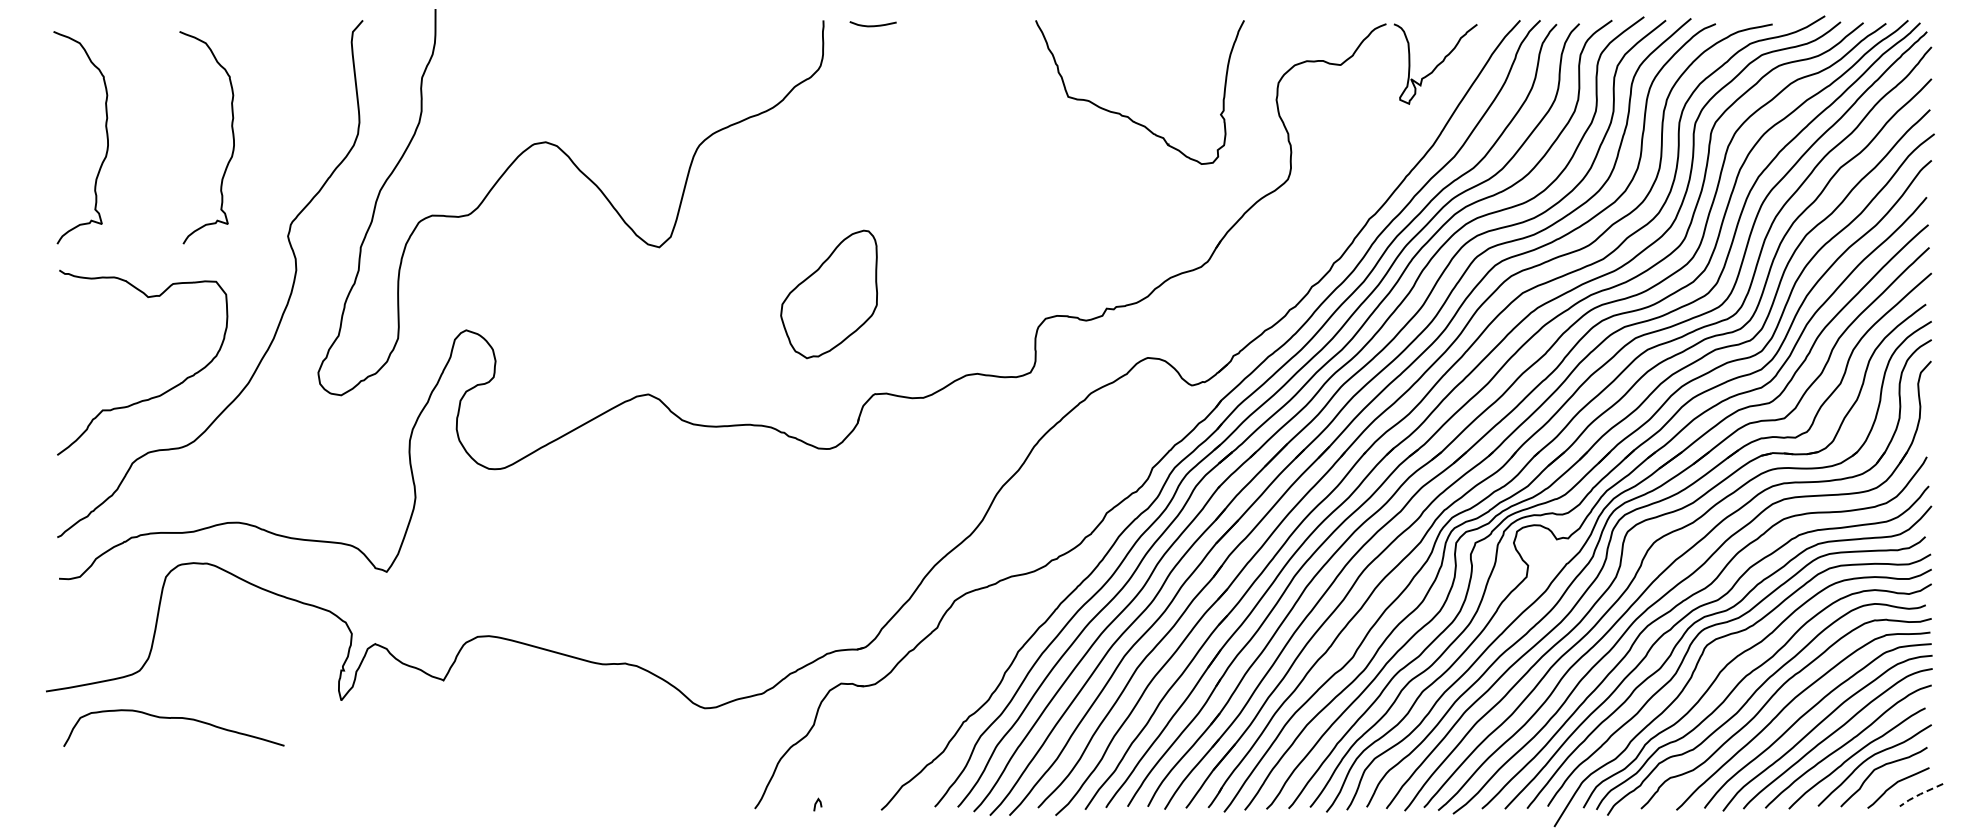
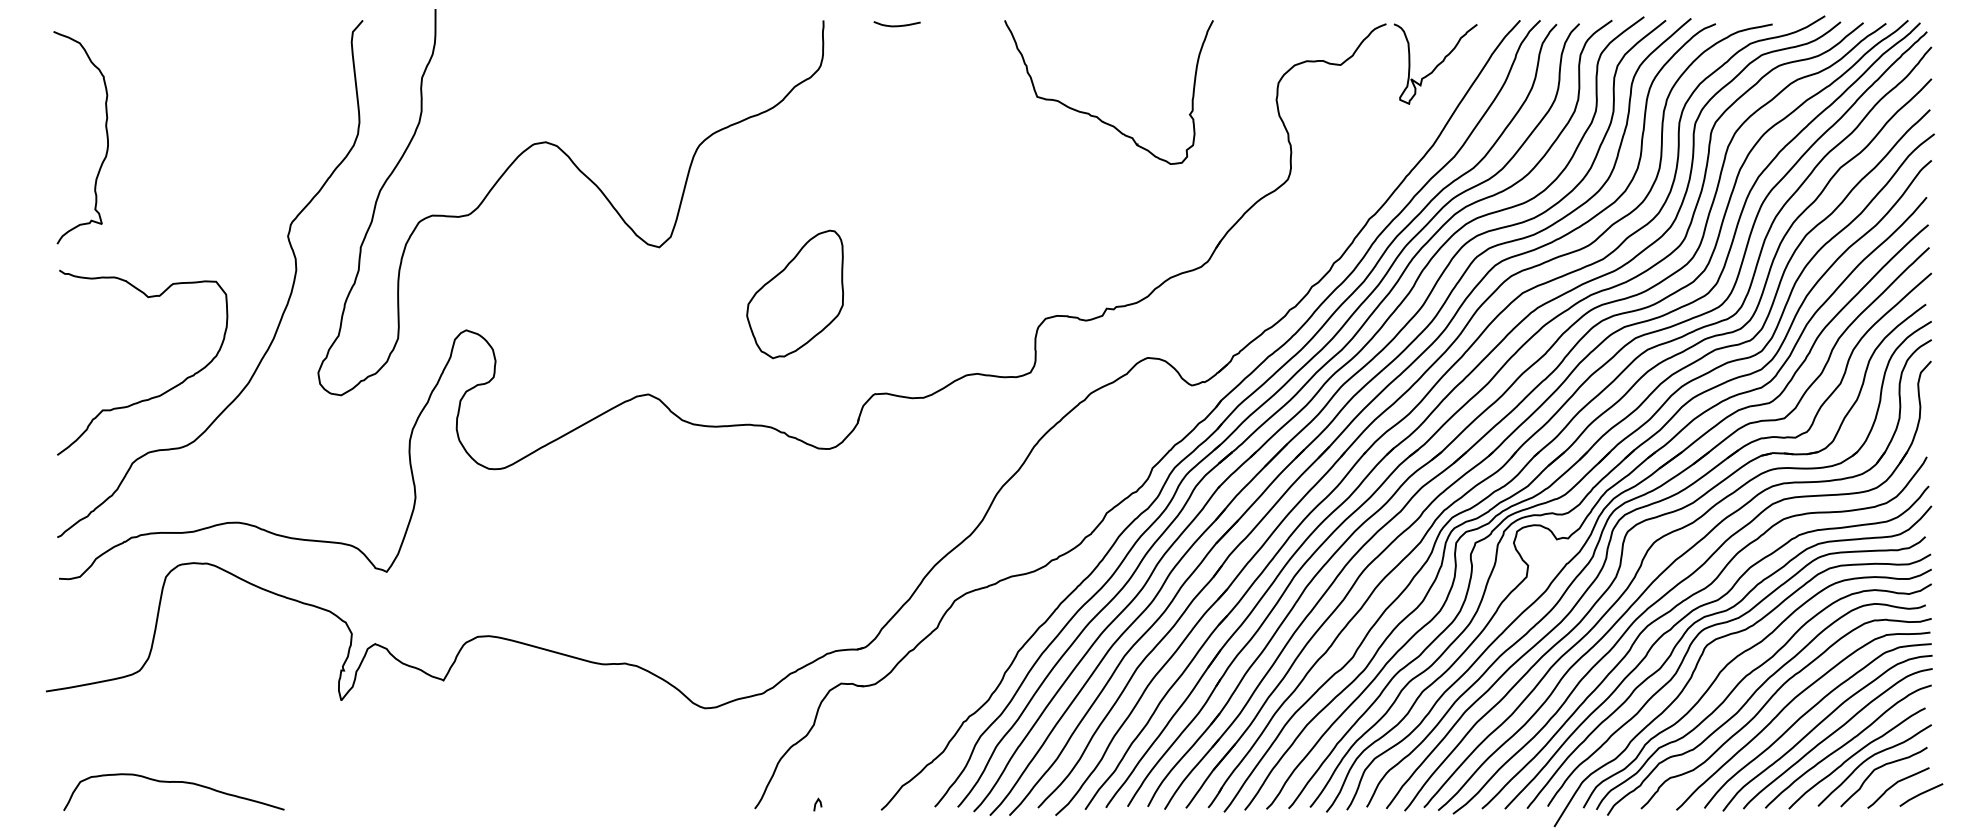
curve at (872, 25) position: (872, 25) -> (896, 25)
curve at (1128, 116) position: (1128, 116) -> (1097, 116)
curve at (231, 130): present -> none
part at (828, 294) position: (828, 294) -> (794, 294)
curve at (173, 718) position: (173, 718) -> (173, 782)
line at (1920, 794): dashed -> solid
